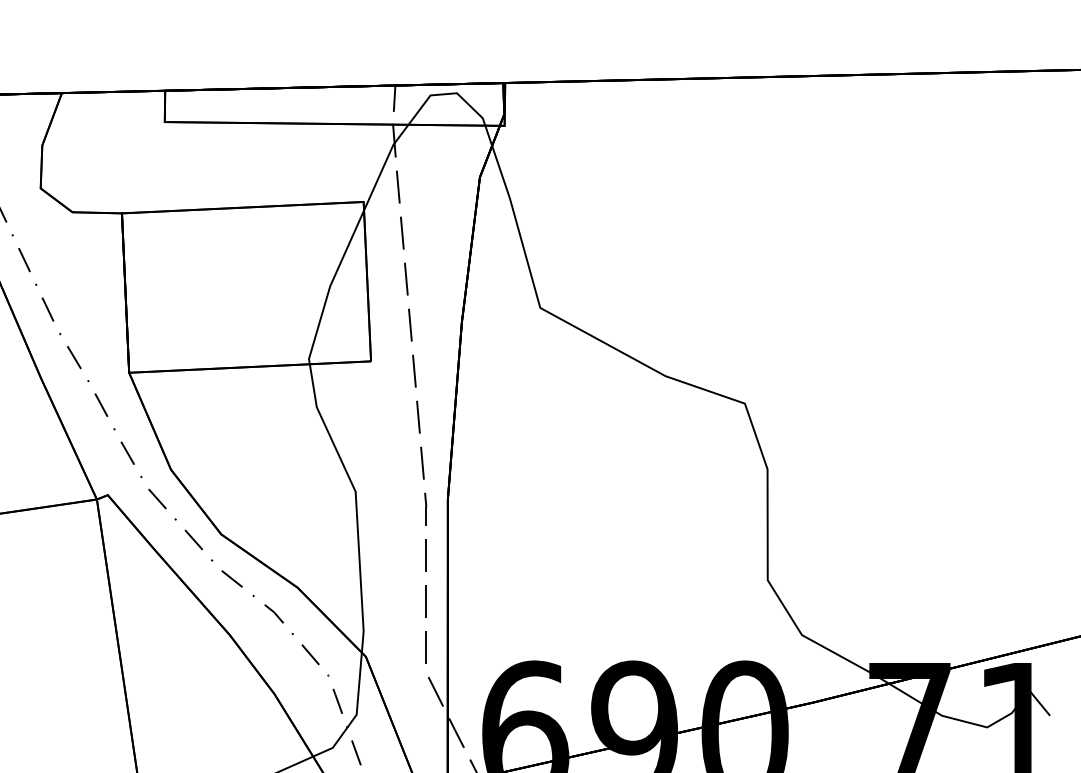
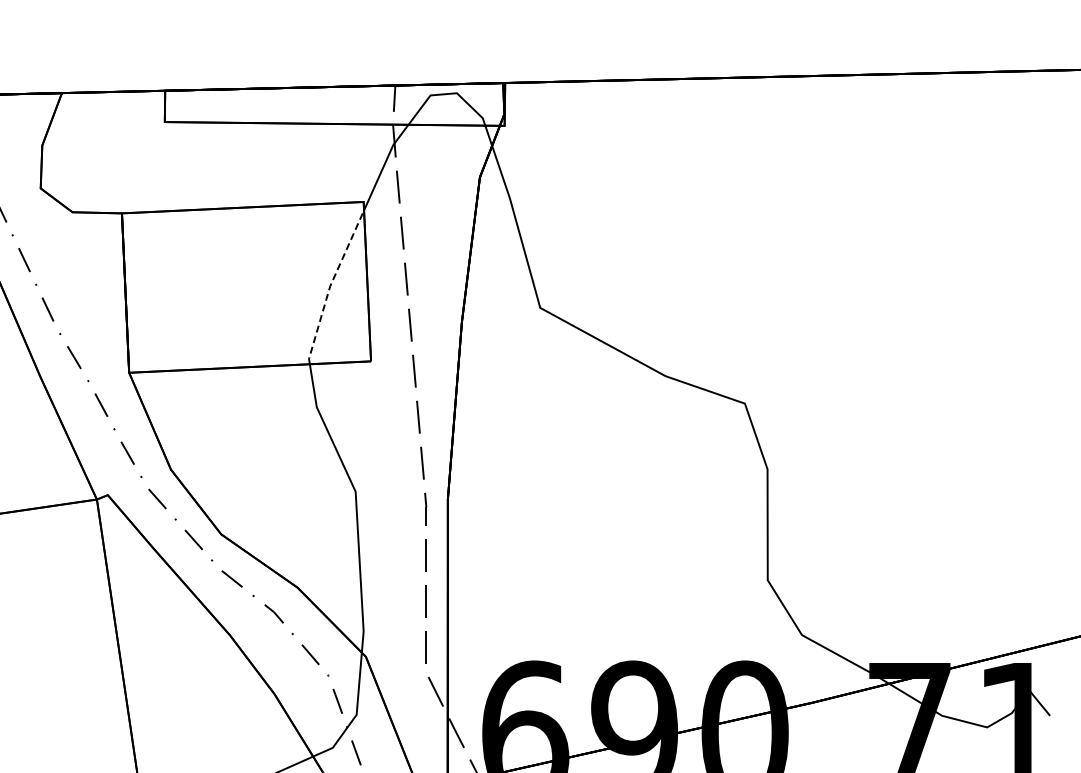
line at (330, 286): solid -> dashed
